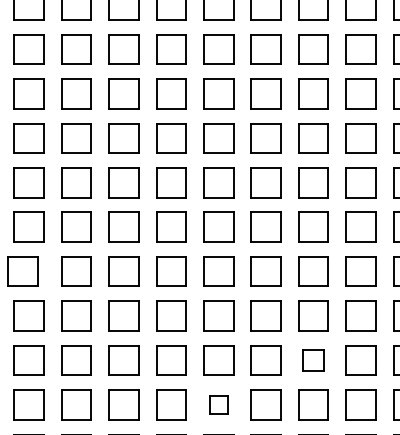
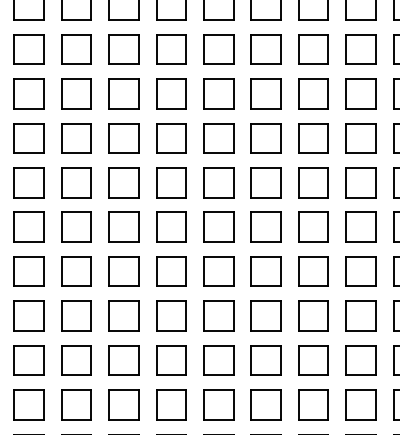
part at (22, 271) position: (22, 271) -> (28, 271)
part at (313, 360) size: 23x23 px -> 31x31 px
part at (218, 404) size: 20x20 px -> 32x32 px
